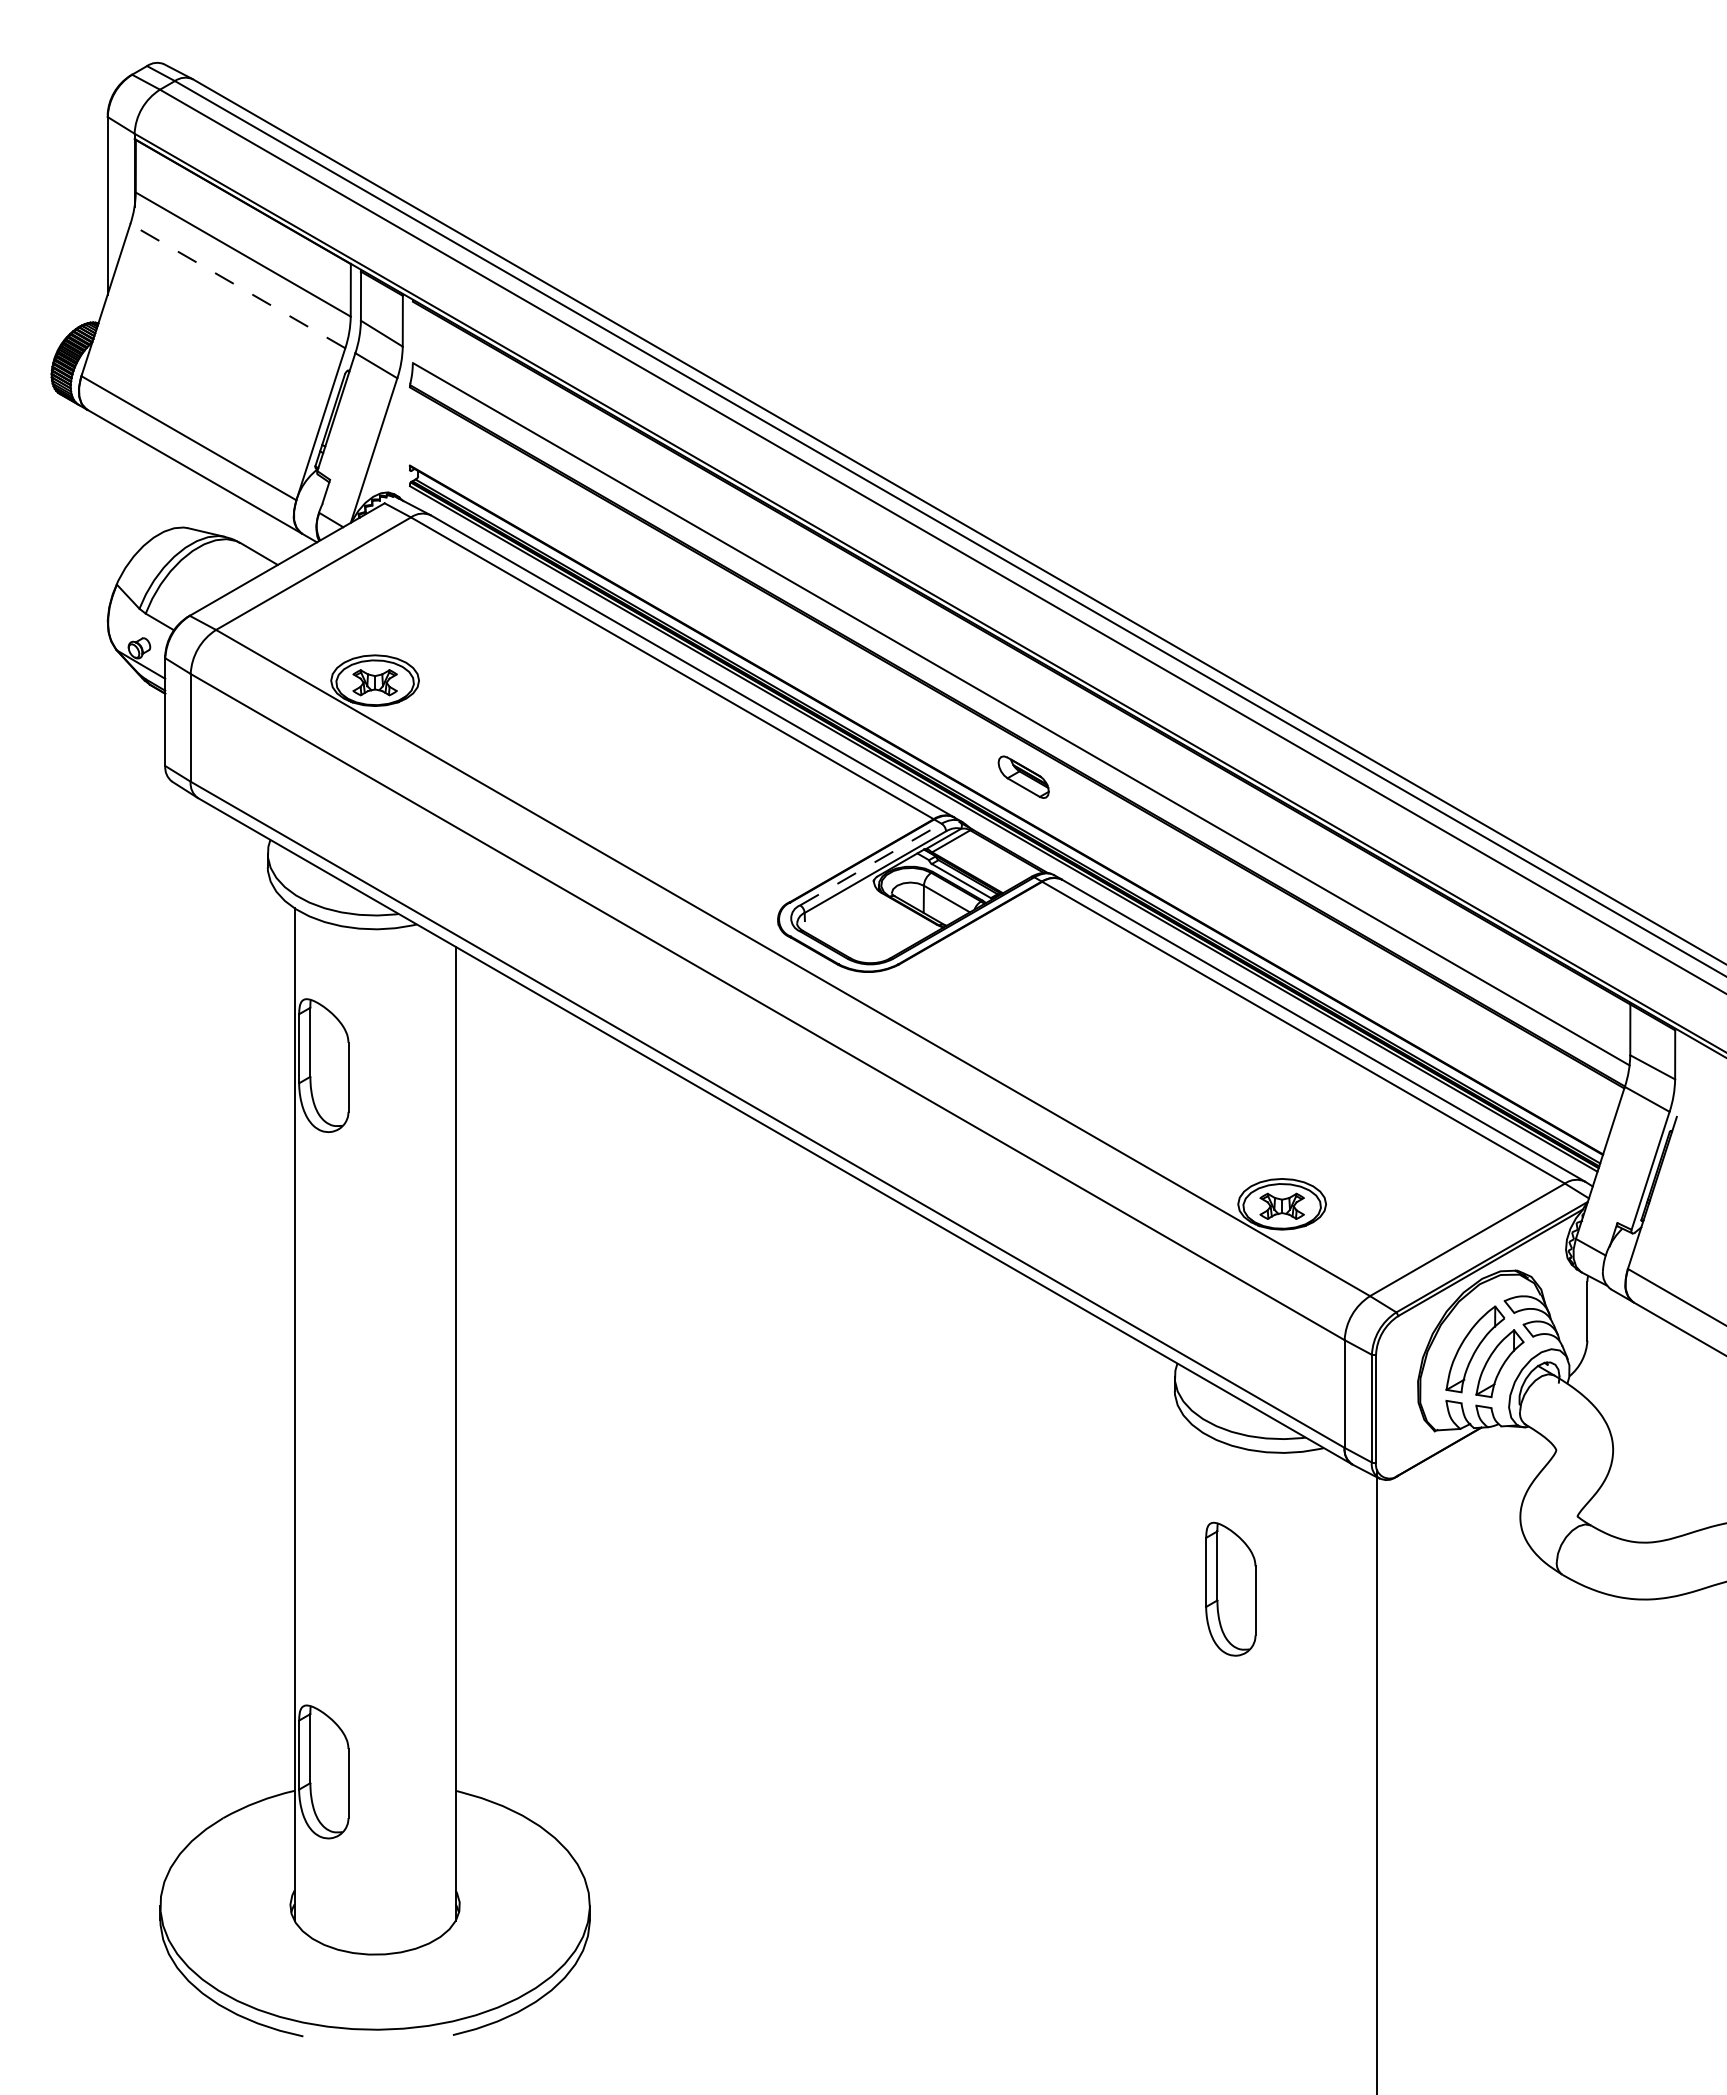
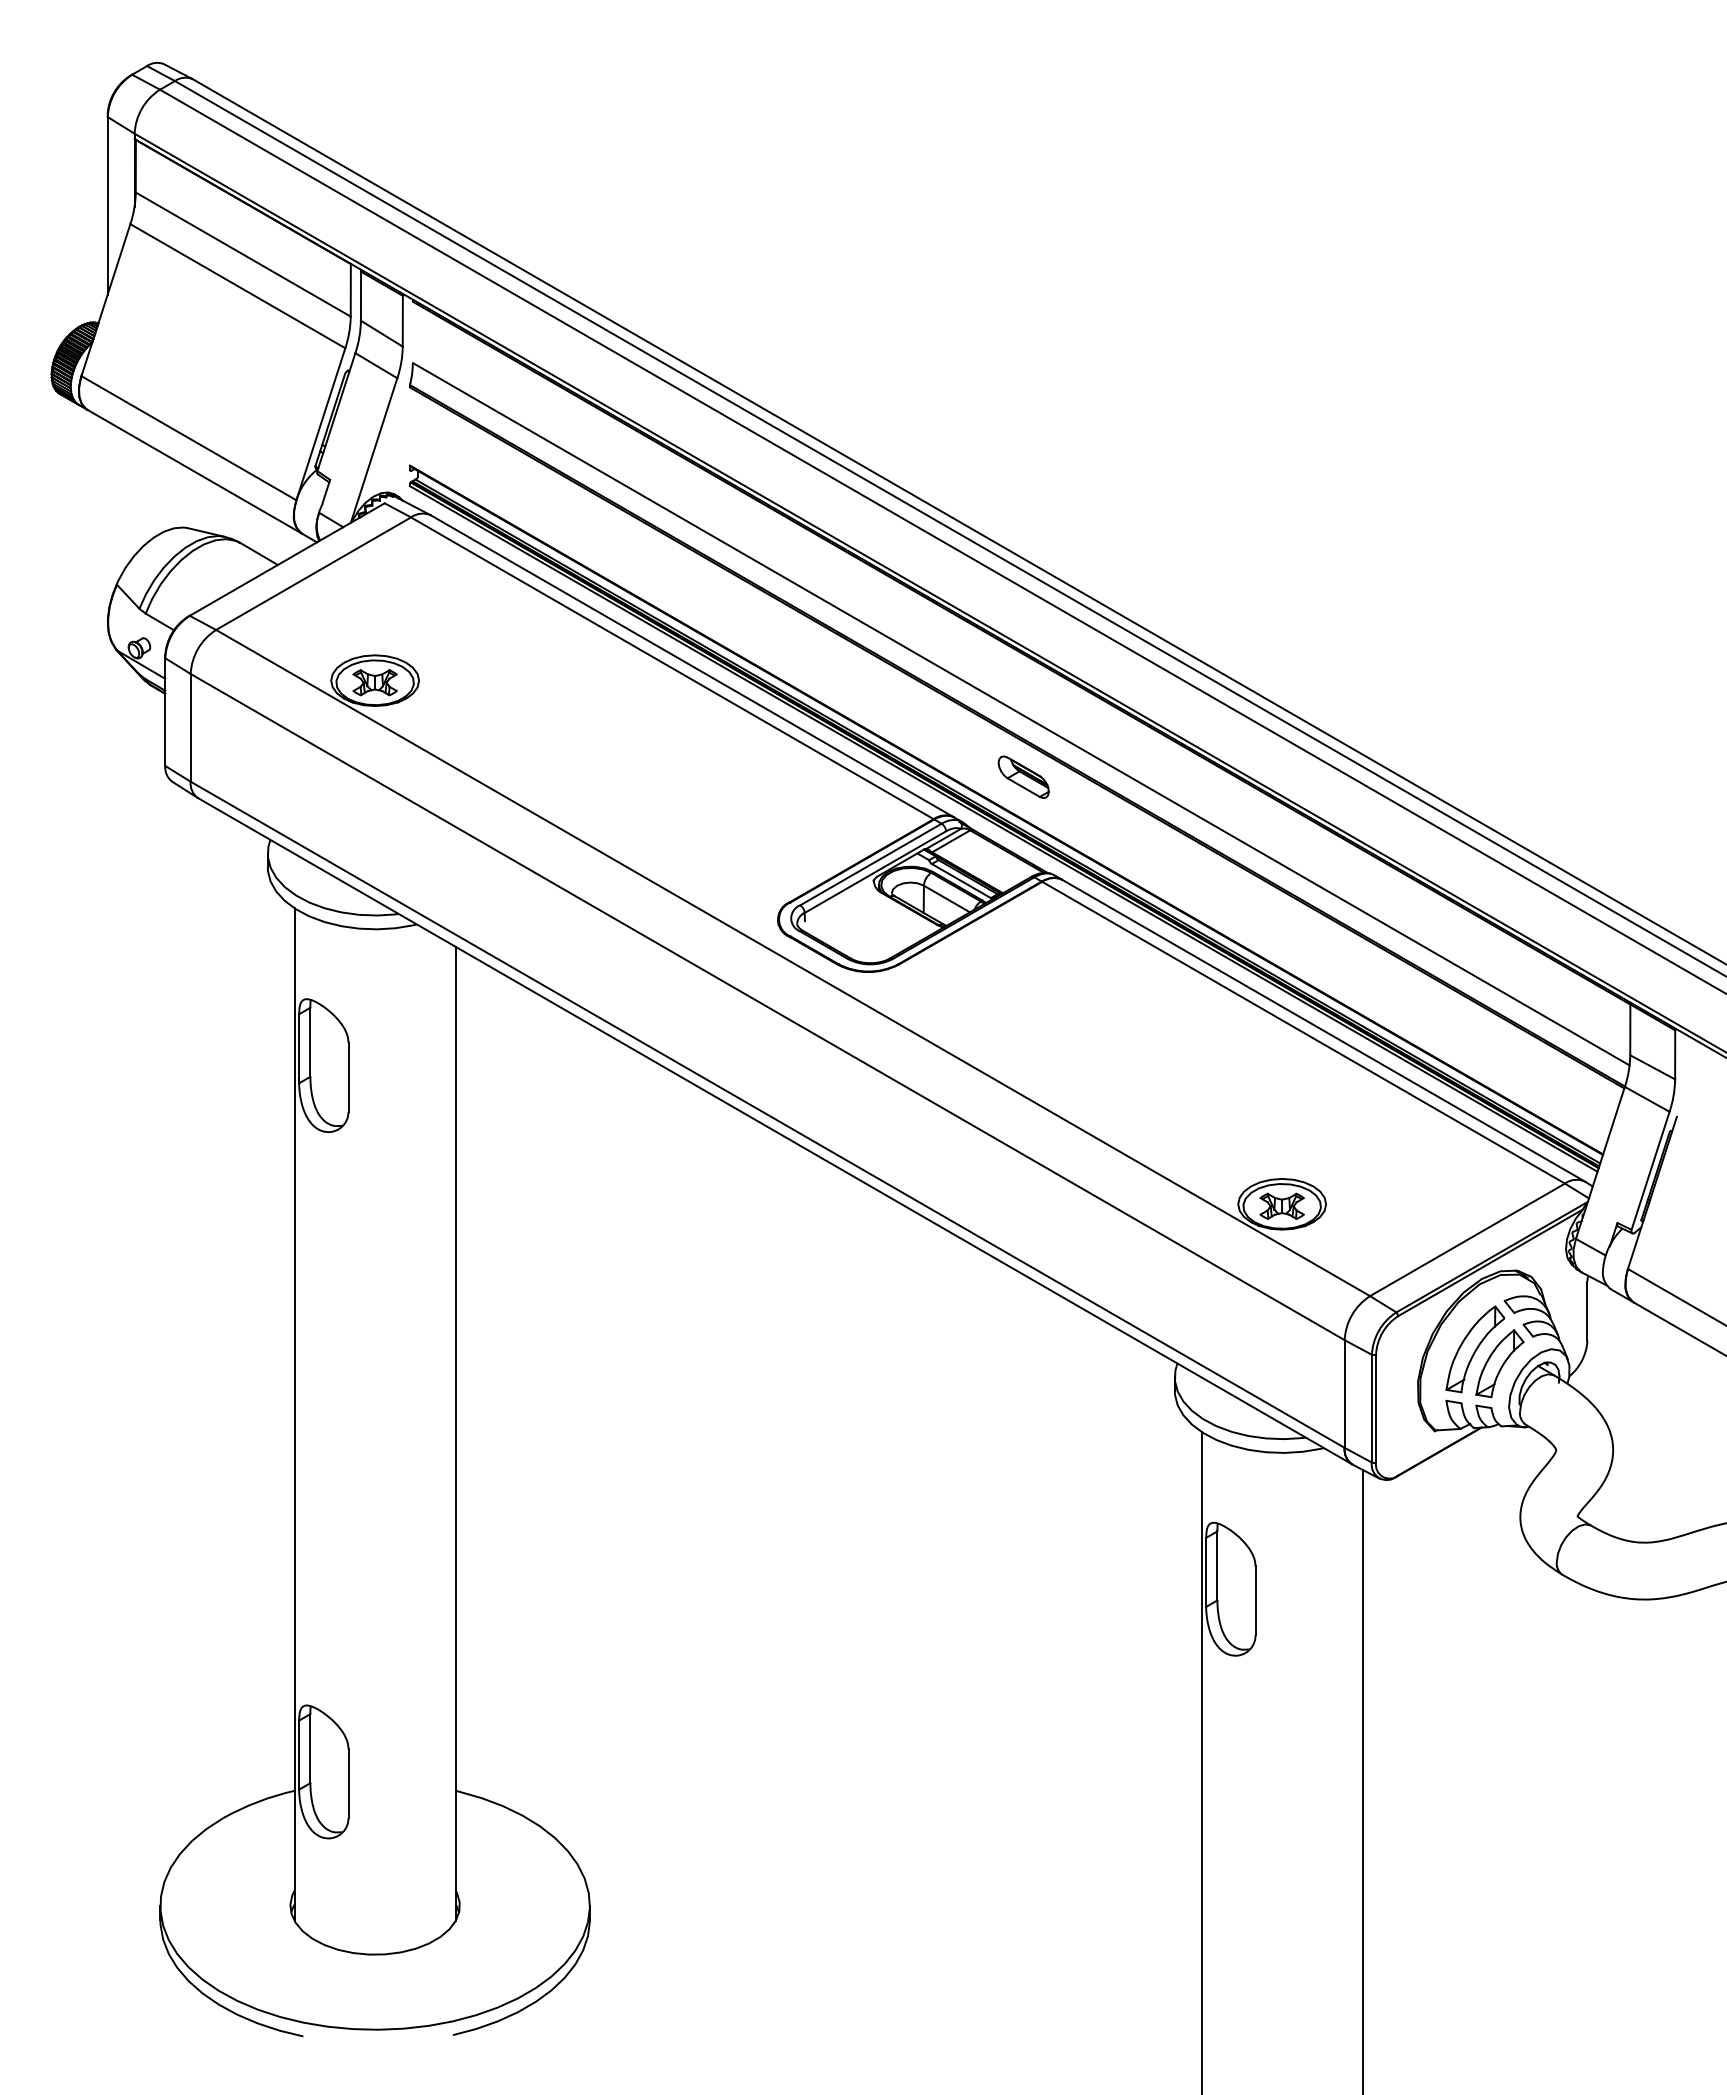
line at (237, 285): dashed -> solid
line at (870, 864): dashed -> solid
line at (1201, 1761): none -> present
line at (1376, 1780) position: (1376, 1780) -> (1362, 1780)
